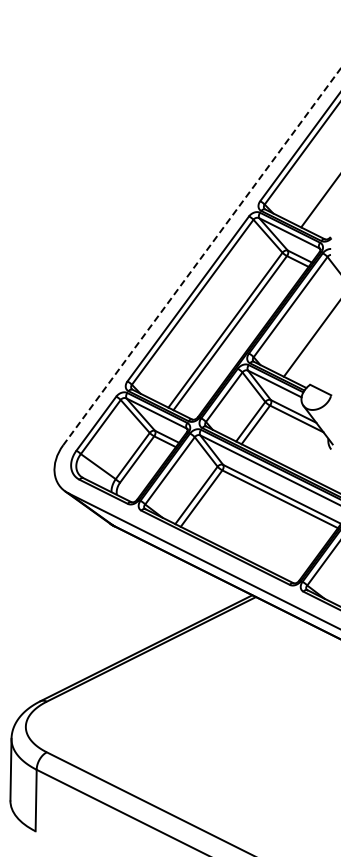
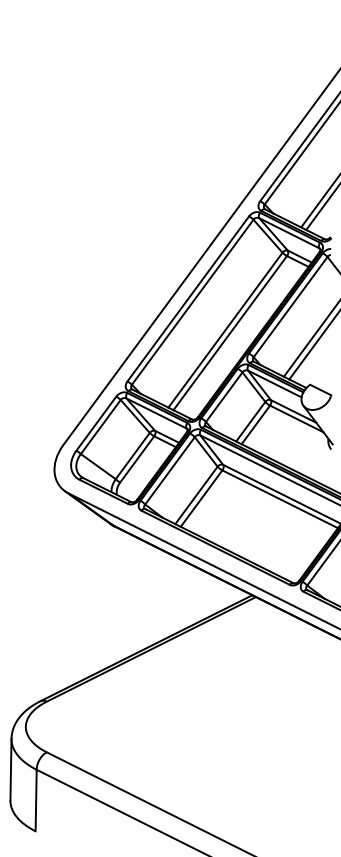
line at (321, 208): none -> present
line at (202, 256): dashed -> solid
line at (313, 346): none -> present
